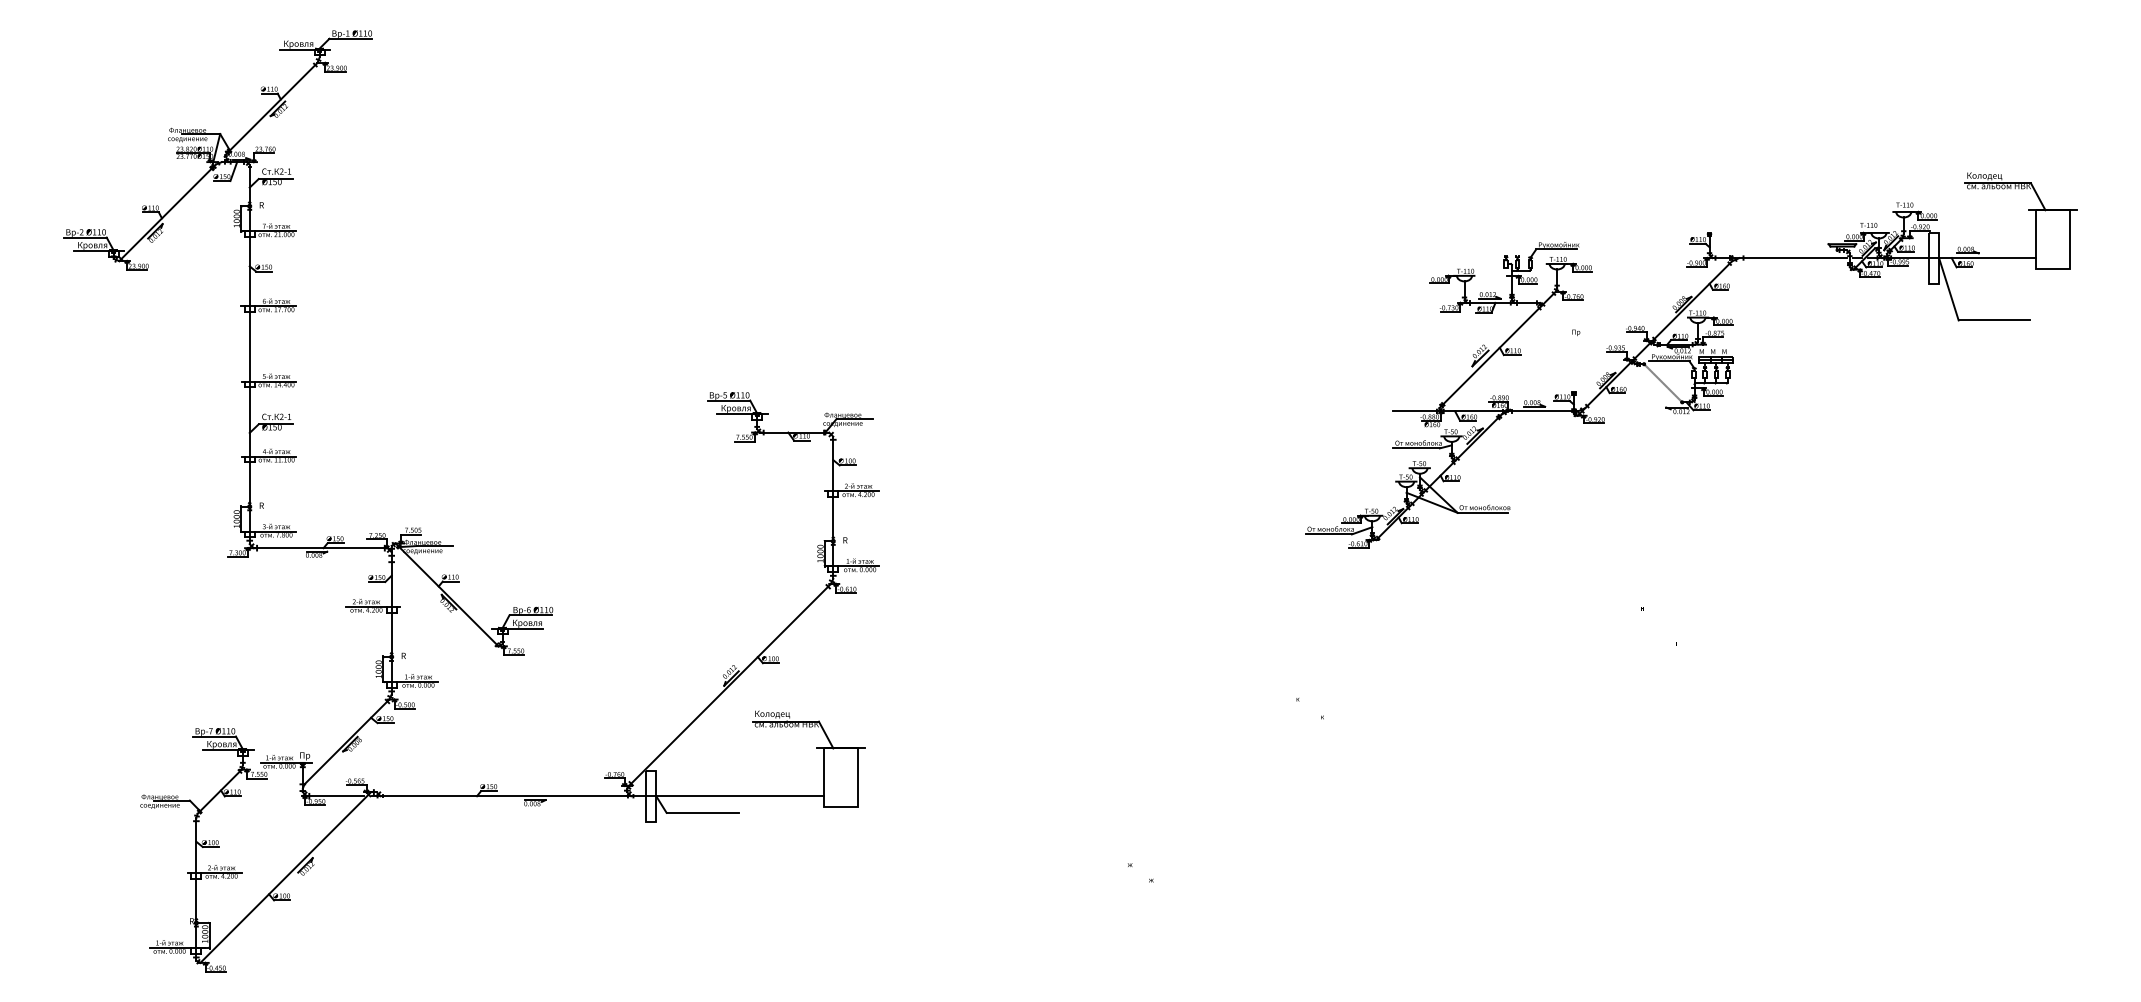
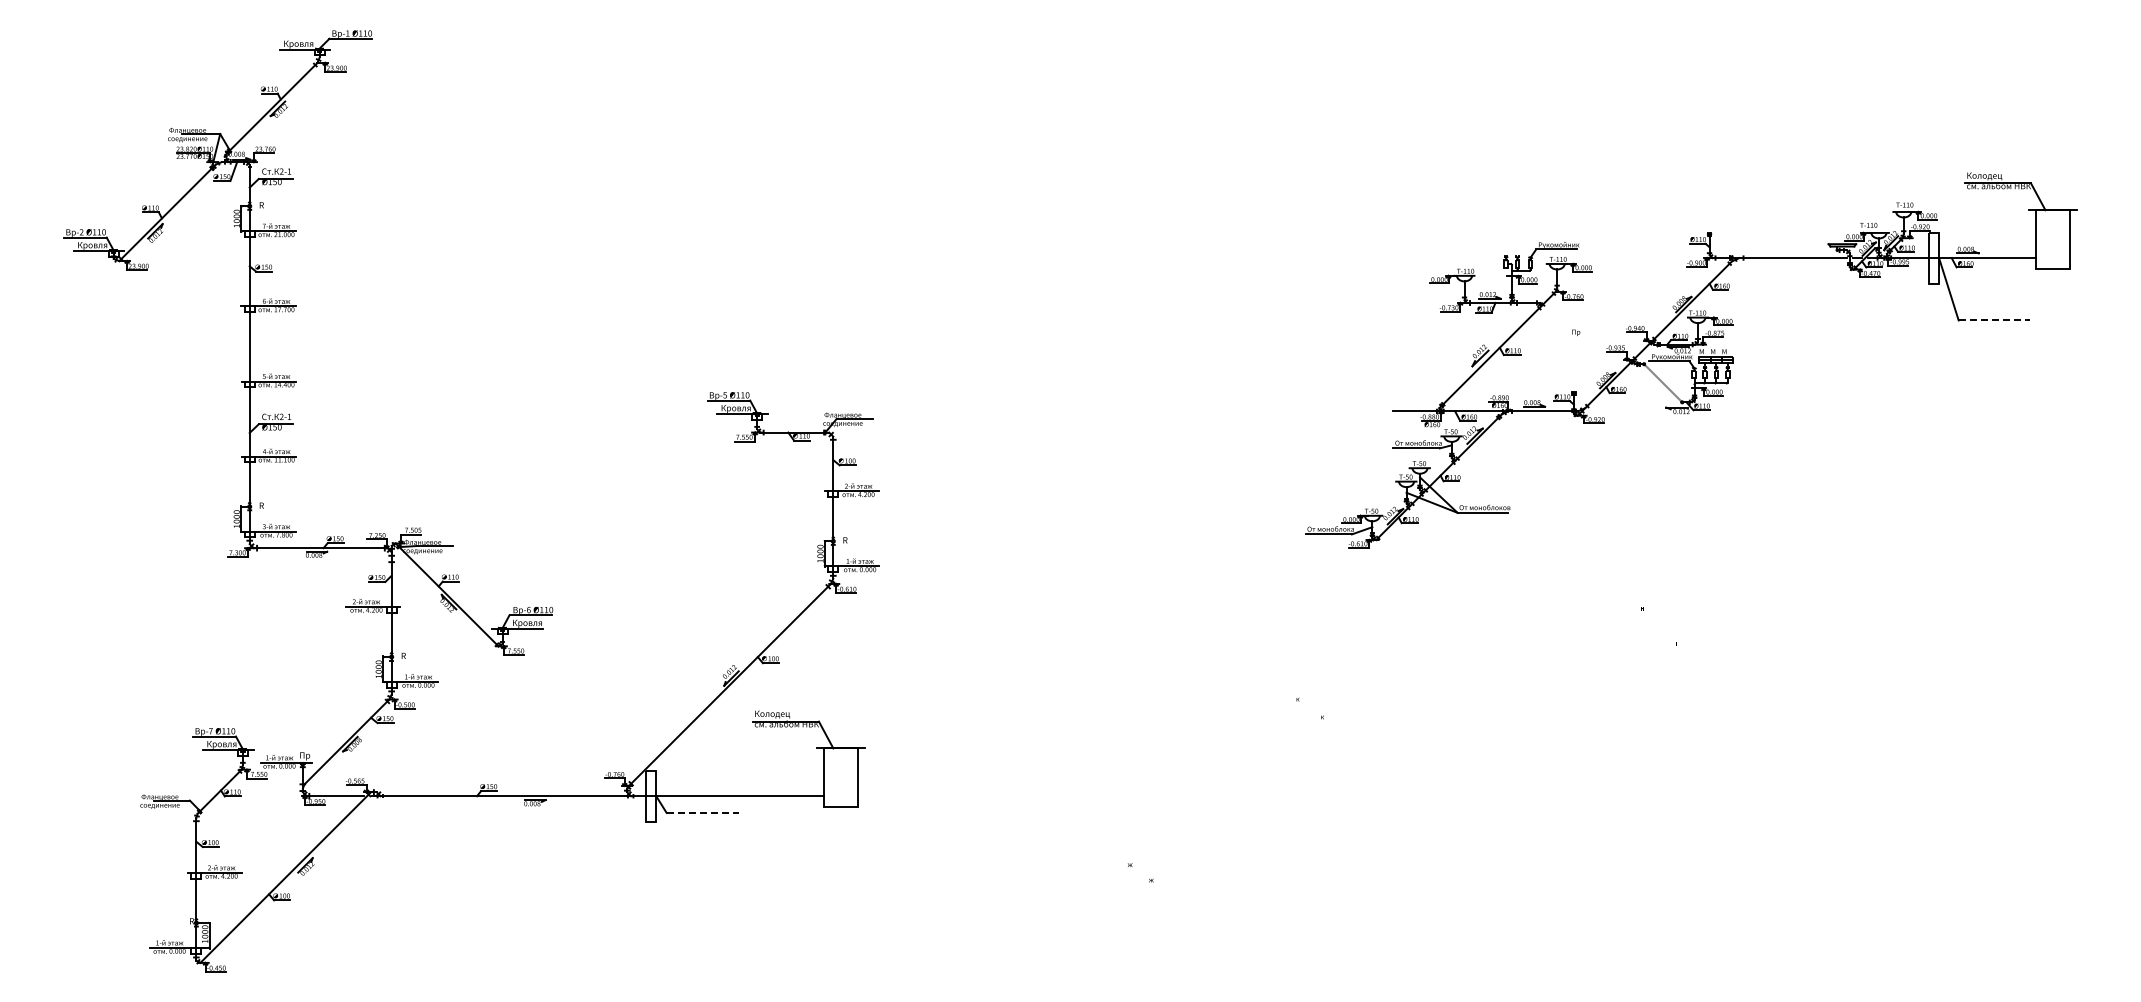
line at (1994, 320): solid -> dashed
line at (702, 812): solid -> dashed
